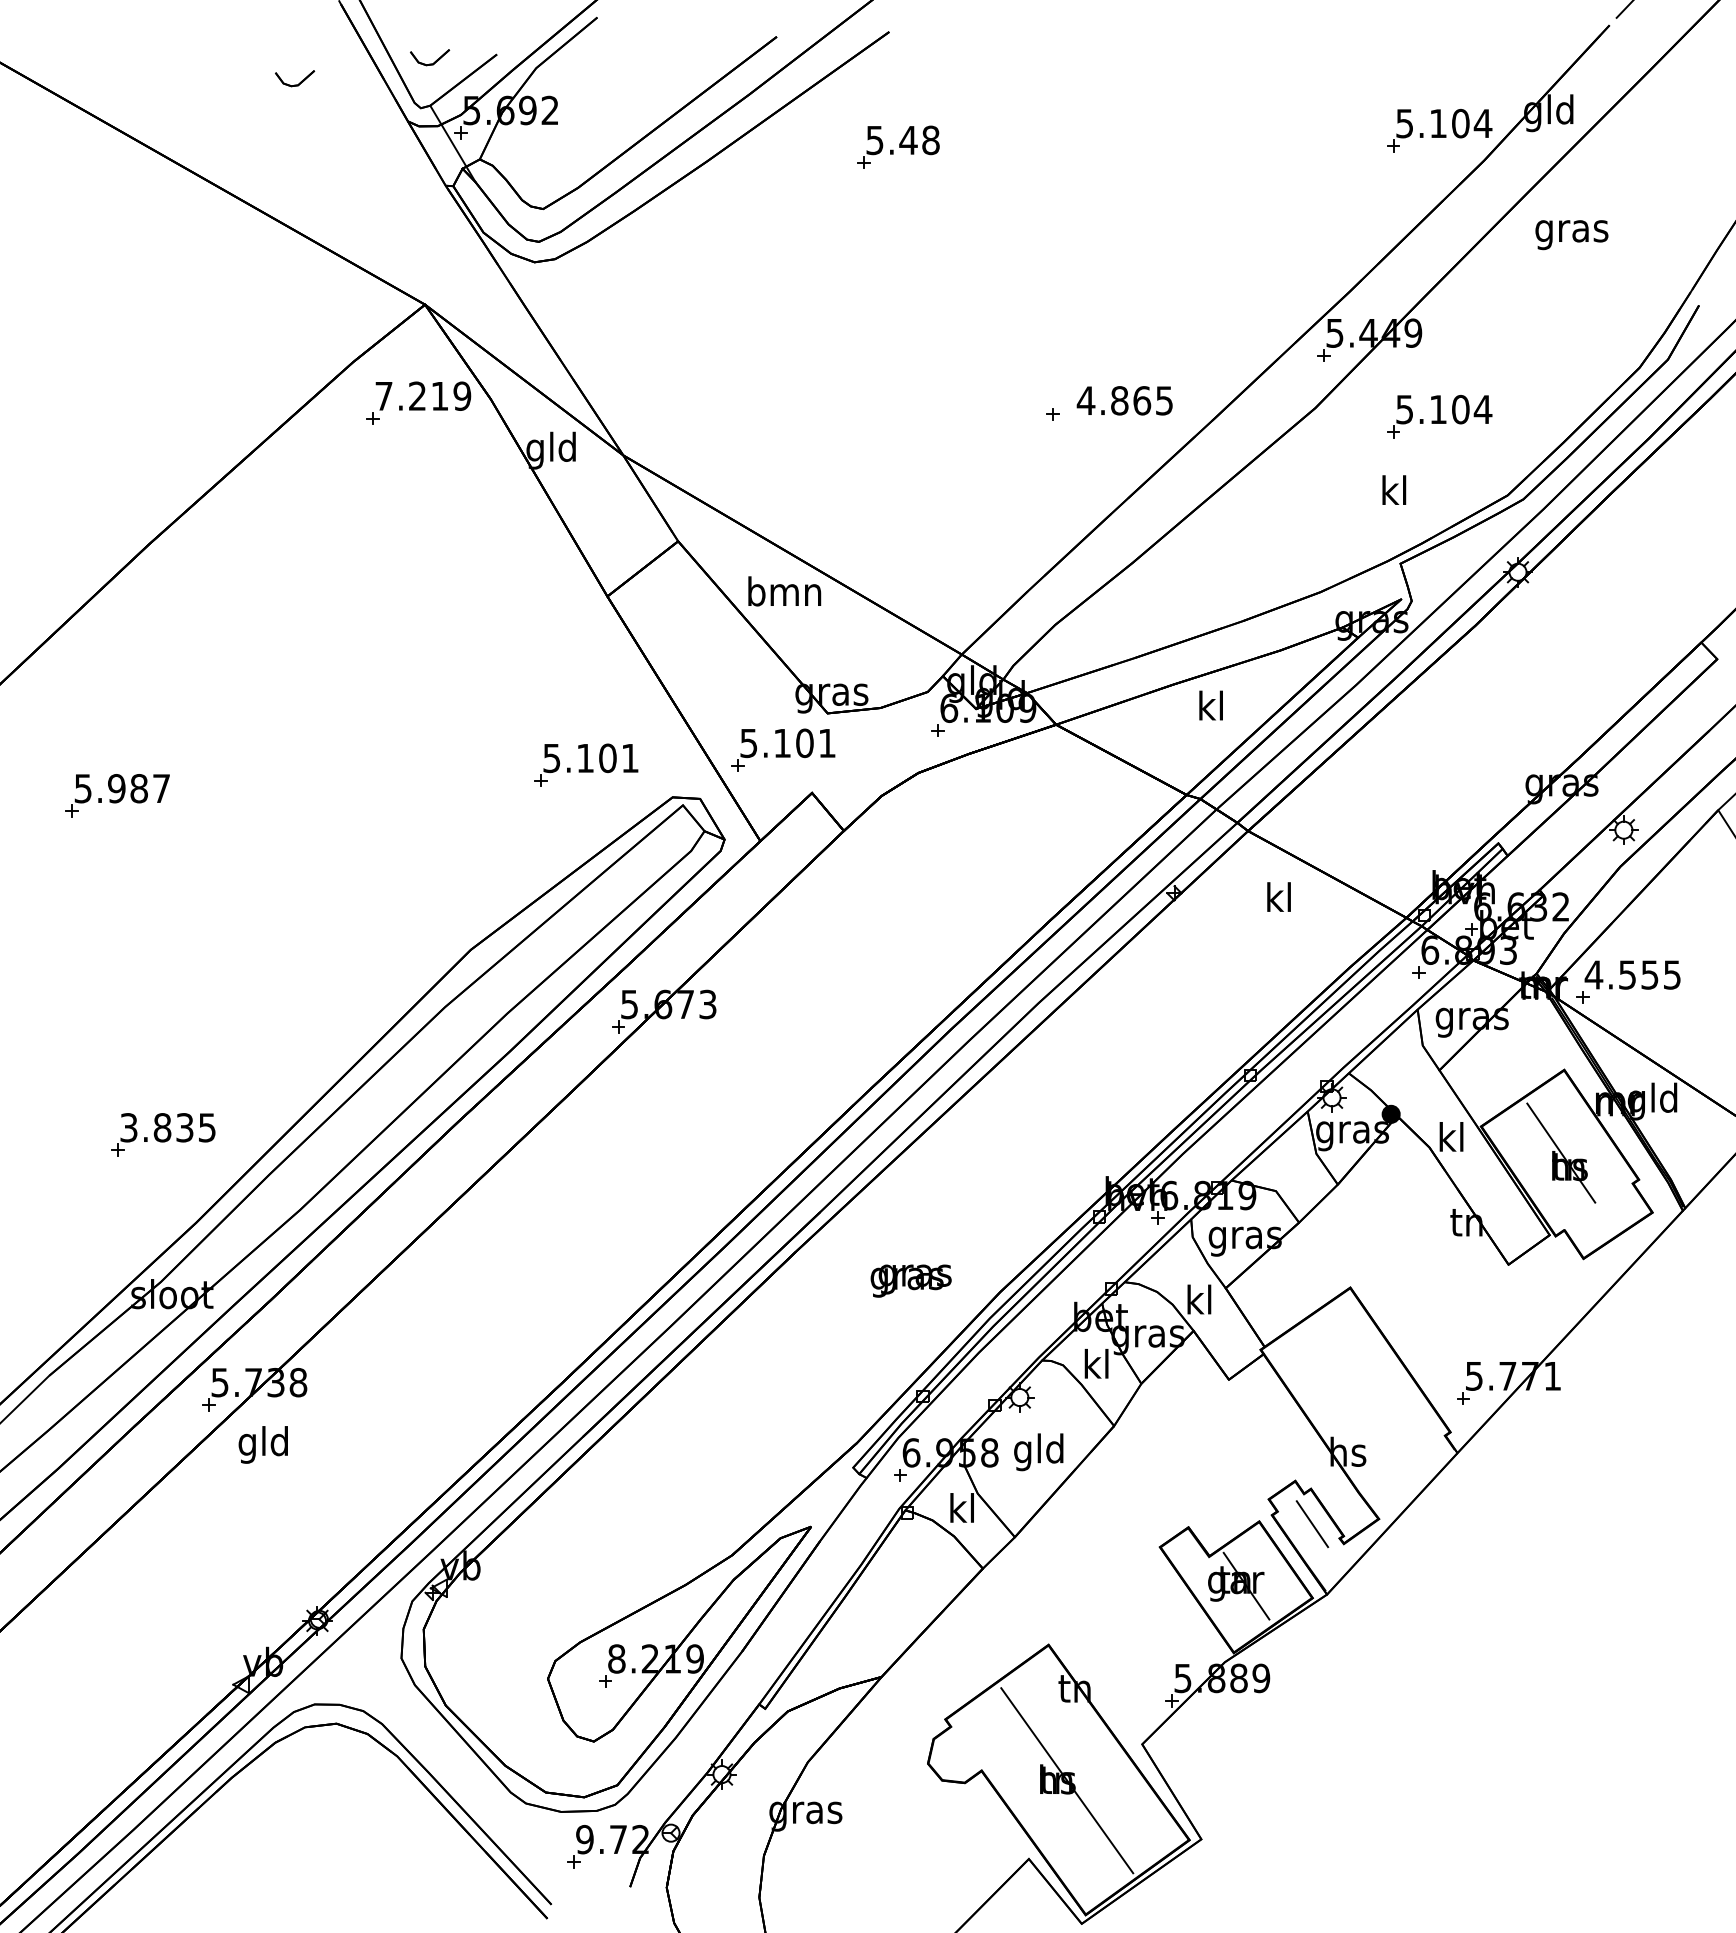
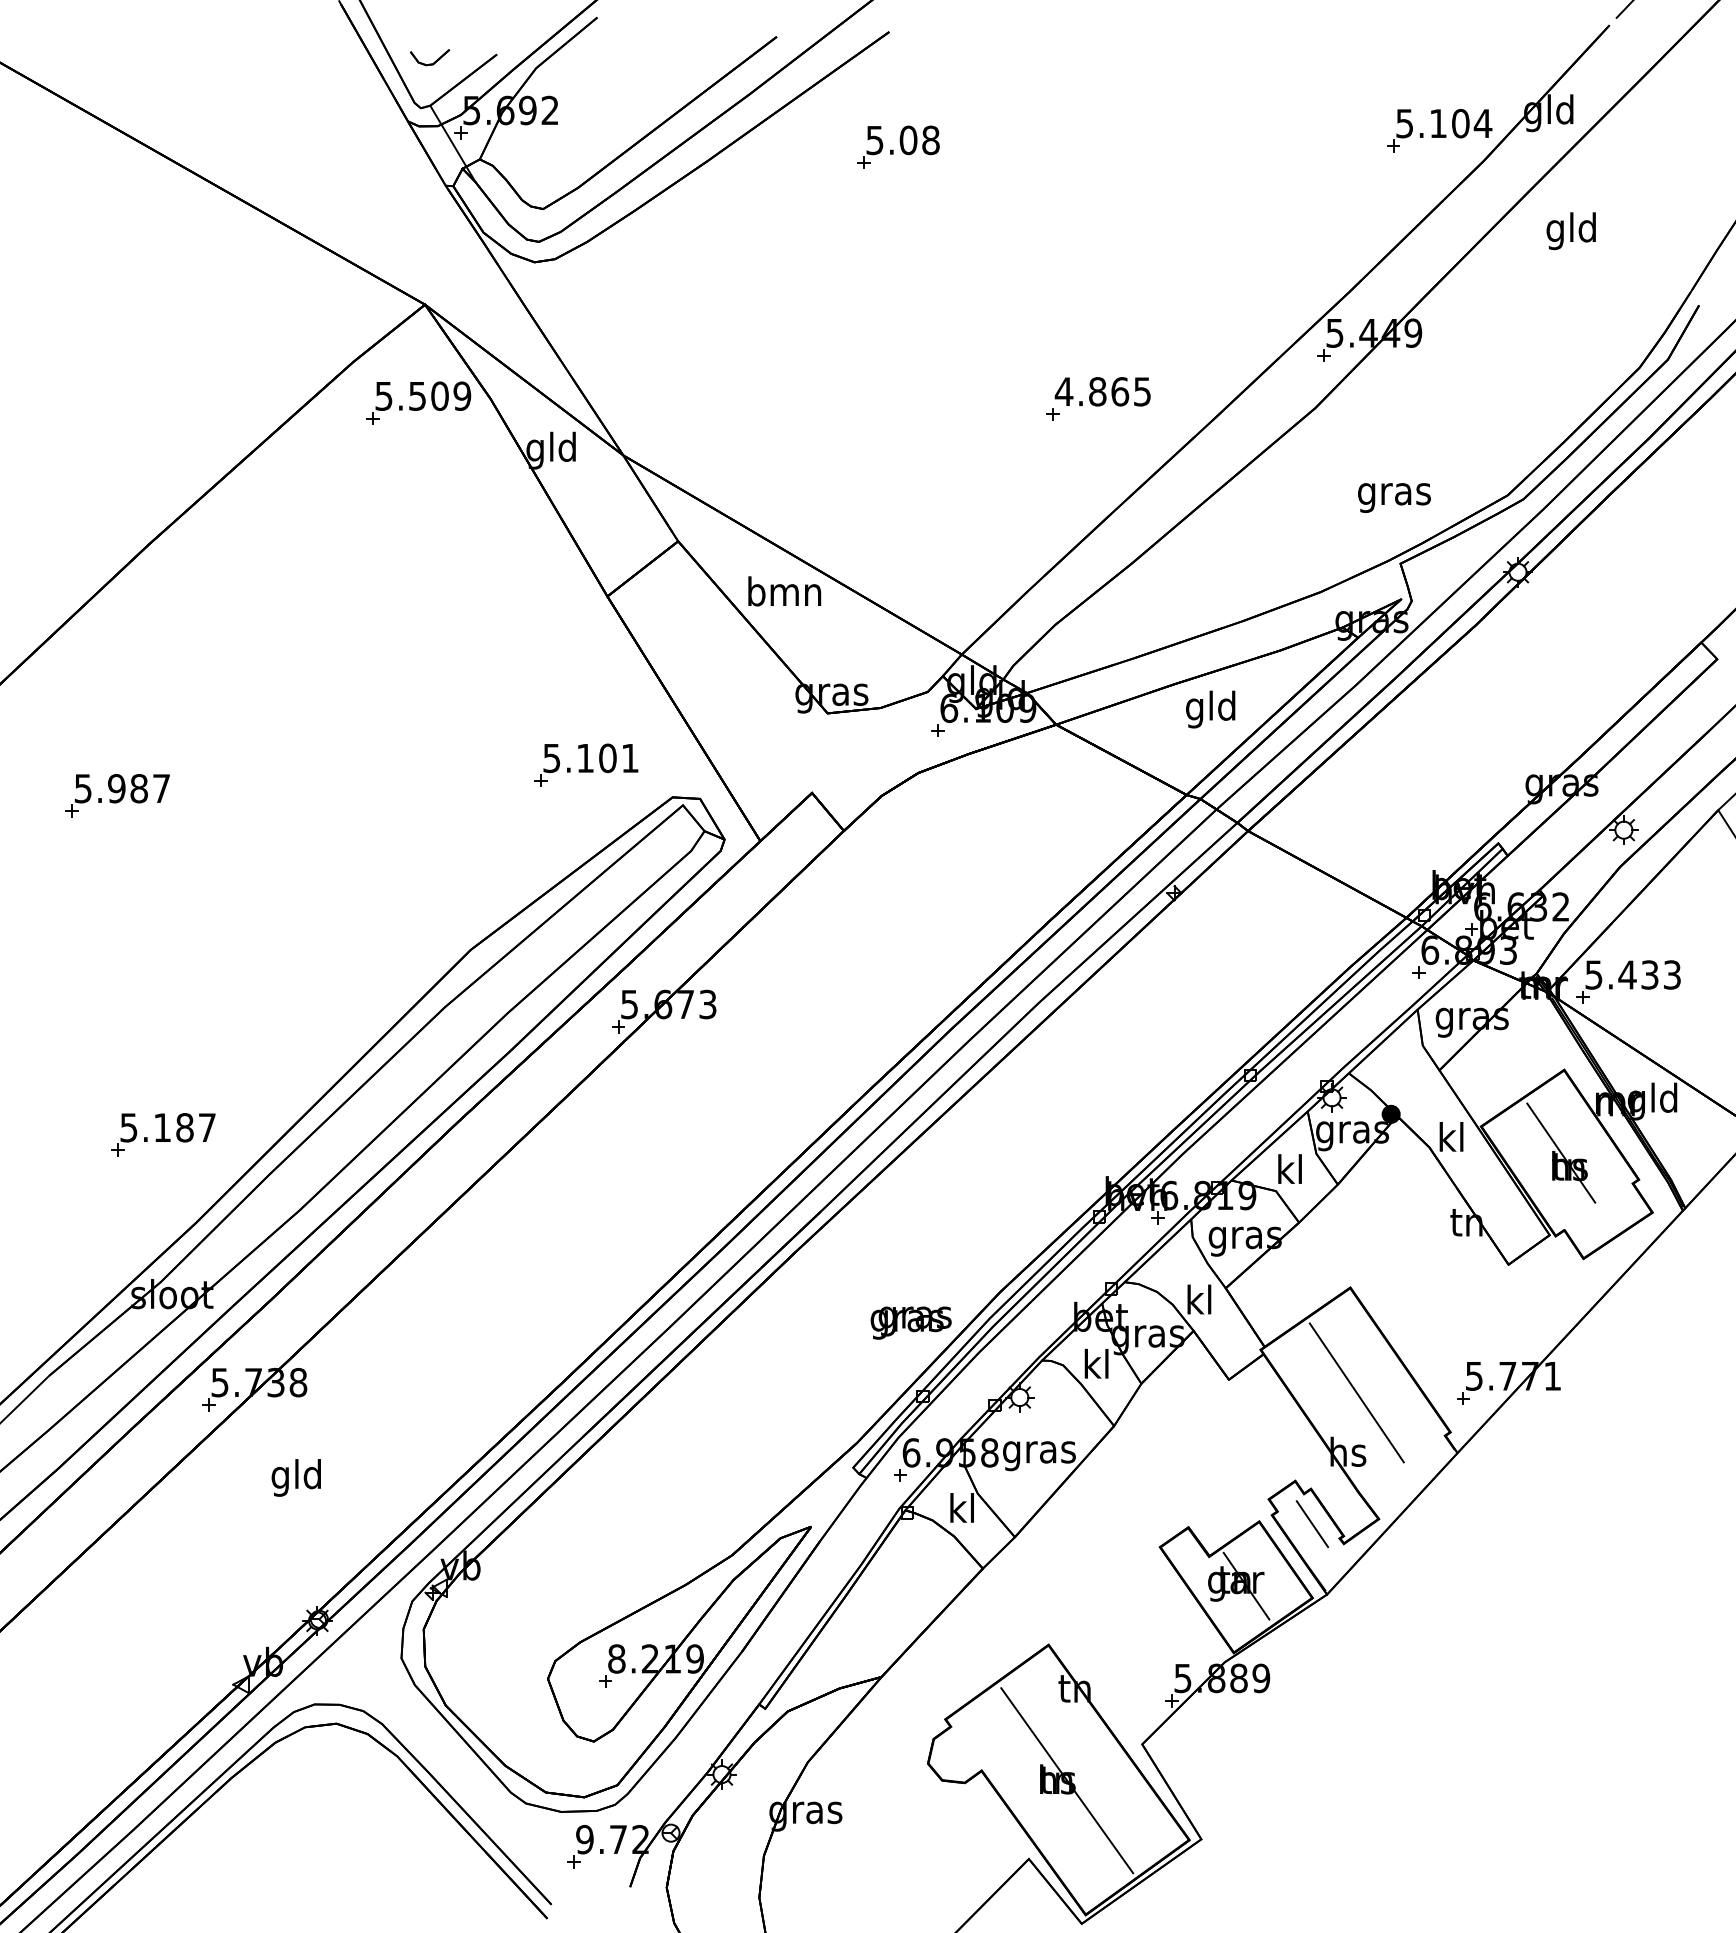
part at (295, 78): present -> none
text at (908, 140): 5.48 -> 5.08
text at (1571, 231): gras -> gld
text at (411, 395): 7.219 -> 5.509
text at (1124, 400) position: (1124, 400) -> (1102, 391)
part at (1439, 416): present -> none
text at (1394, 493): kl -> gras
text at (1210, 709): kl -> gld
part at (783, 749): present -> none
text at (1278, 896) position: (1278, 896) -> (1289, 1168)
text at (1632, 974): 4.555 -> 5.433
text at (168, 1127): 3.835 -> 5.187
text at (910, 1280) position: (910, 1280) -> (910, 1322)
line at (1356, 1392): none -> present
text at (262, 1444) position: (262, 1444) -> (295, 1477)
text at (1039, 1452): gld -> gras
